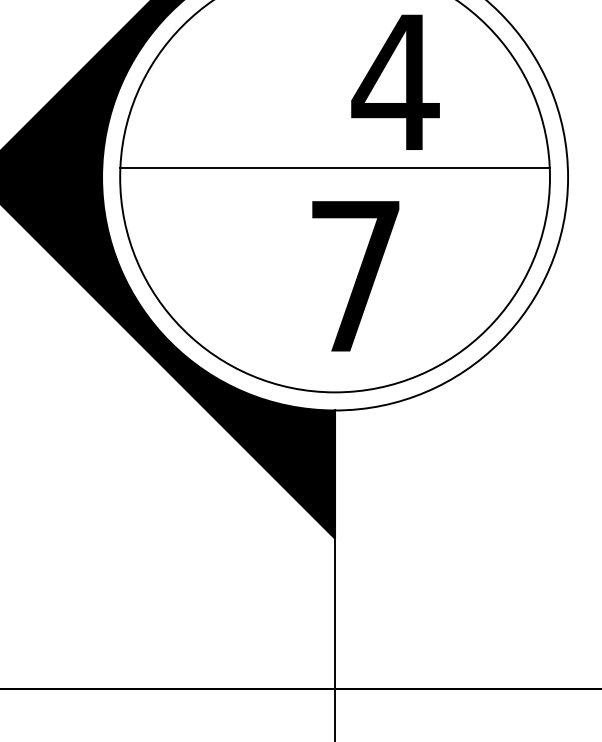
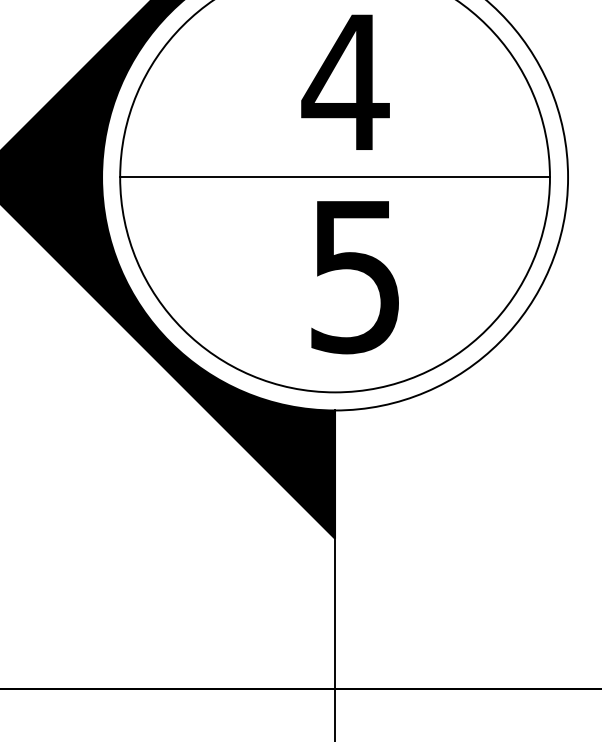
text at (395, 81) position: (395, 81) -> (345, 81)
line at (334, 168) position: (334, 168) -> (334, 177)
text at (355, 277): 7 -> 5
